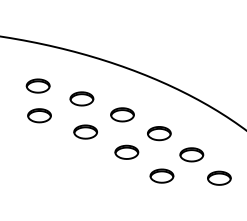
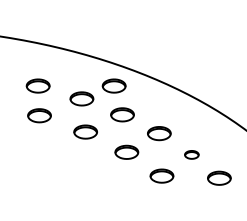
part at (113, 85): none -> present
part at (191, 154) size: 26x16 px -> 16x10 px
